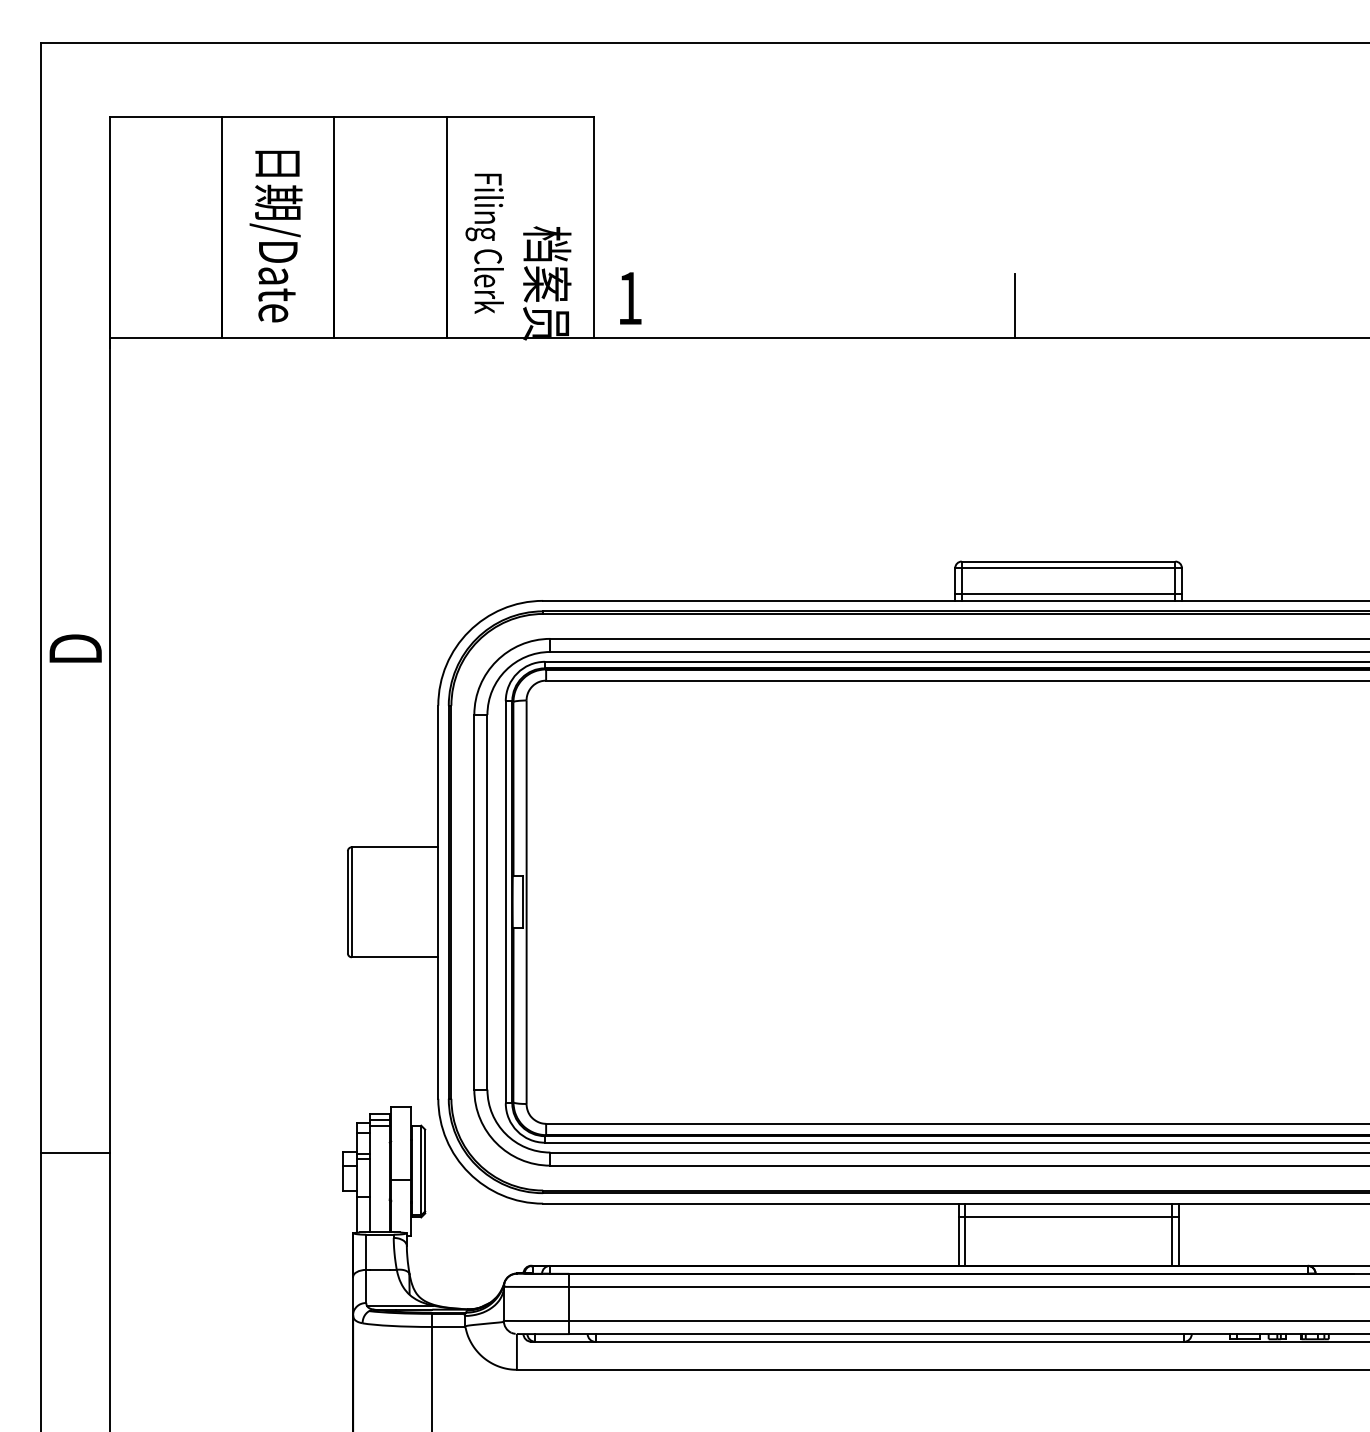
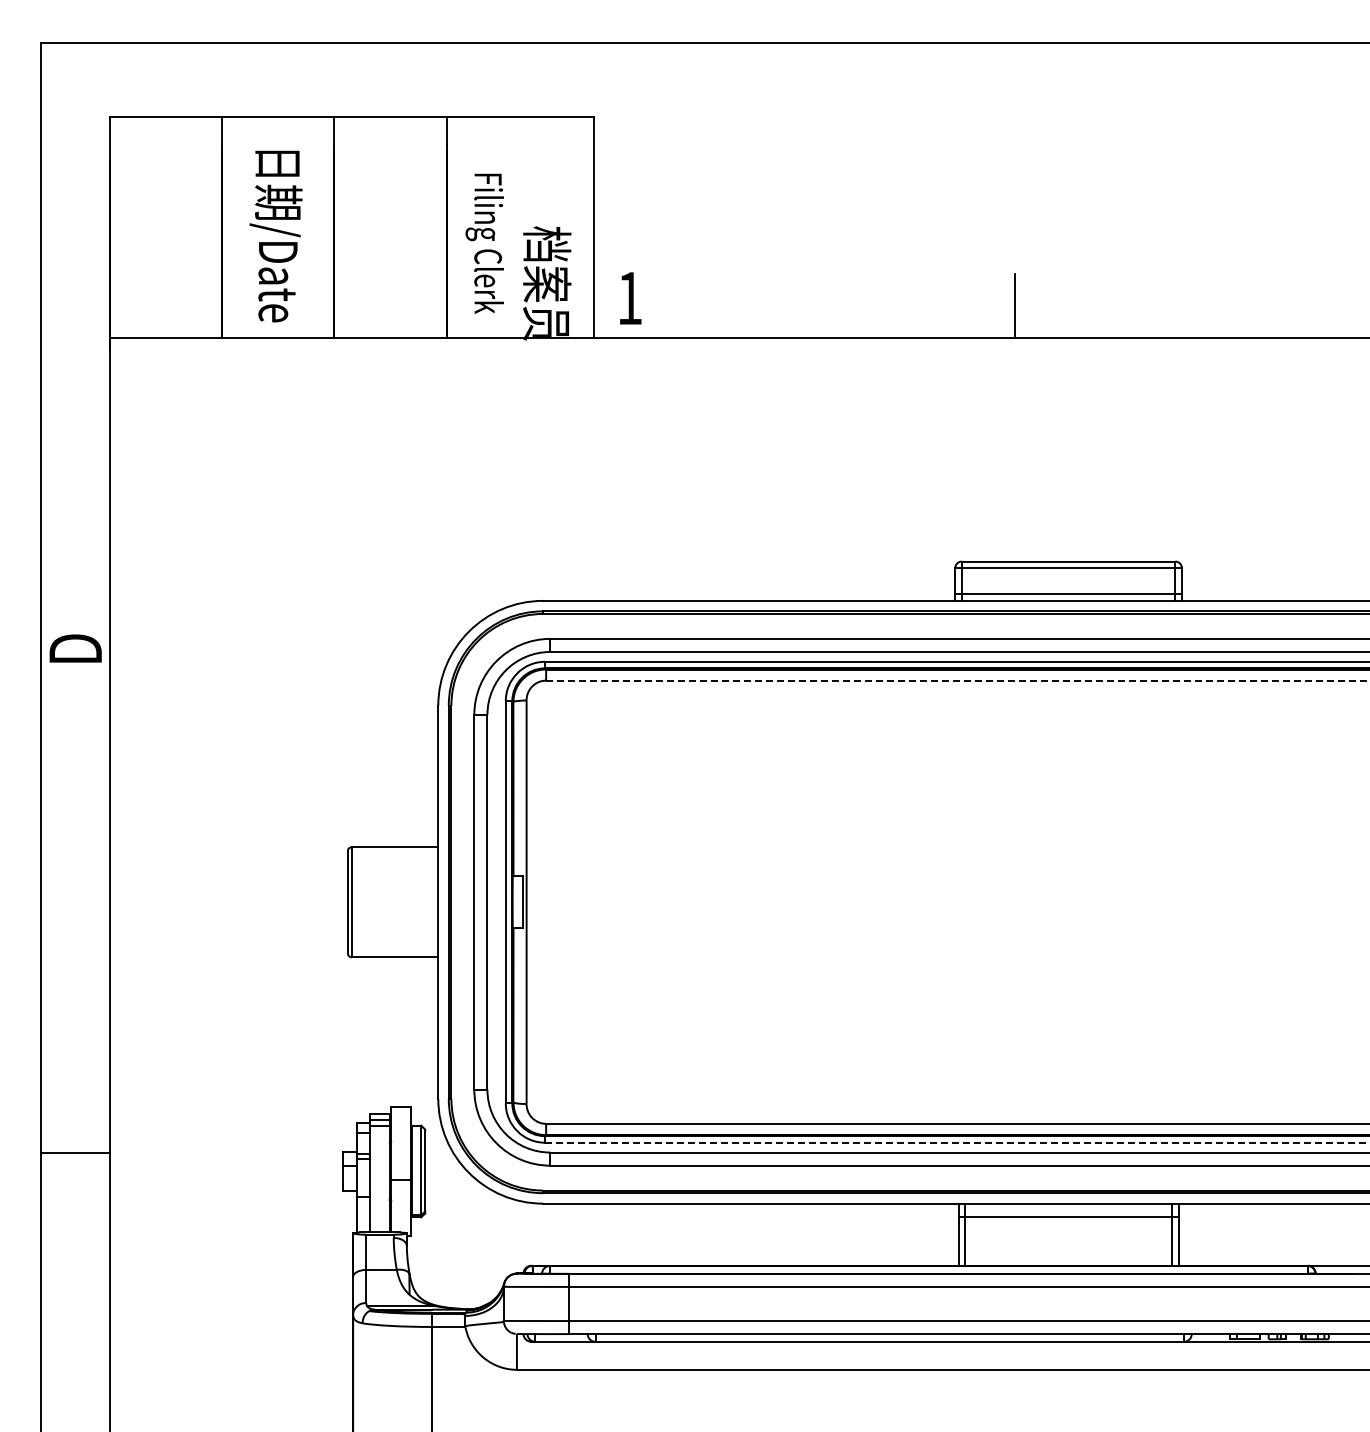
line at (958, 680): solid -> dashed
line at (957, 1142): solid -> dashed
